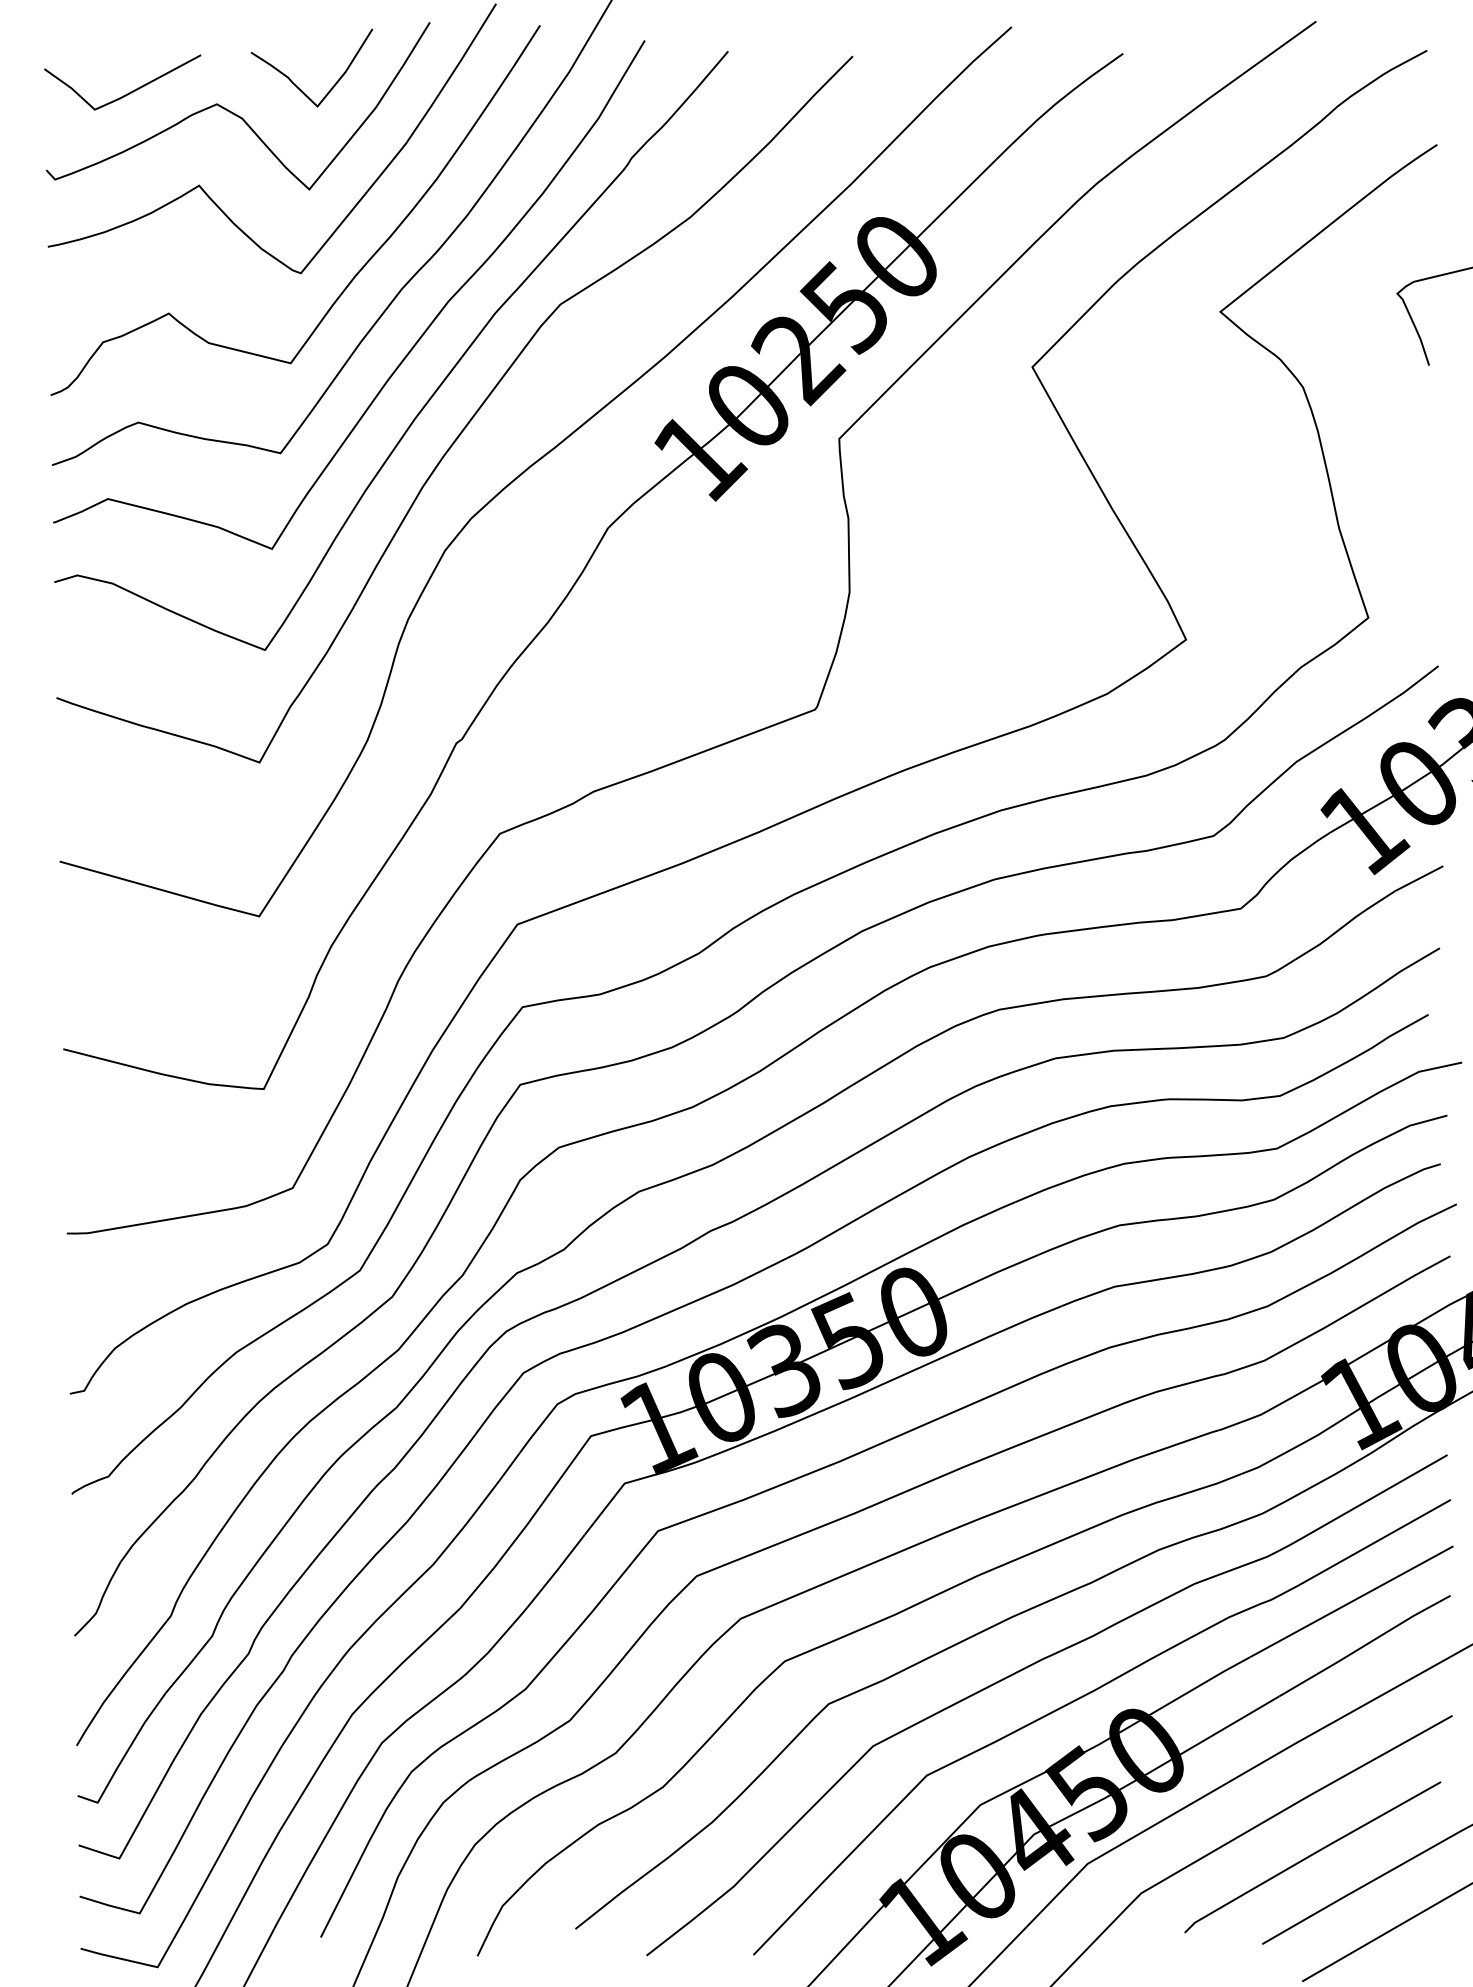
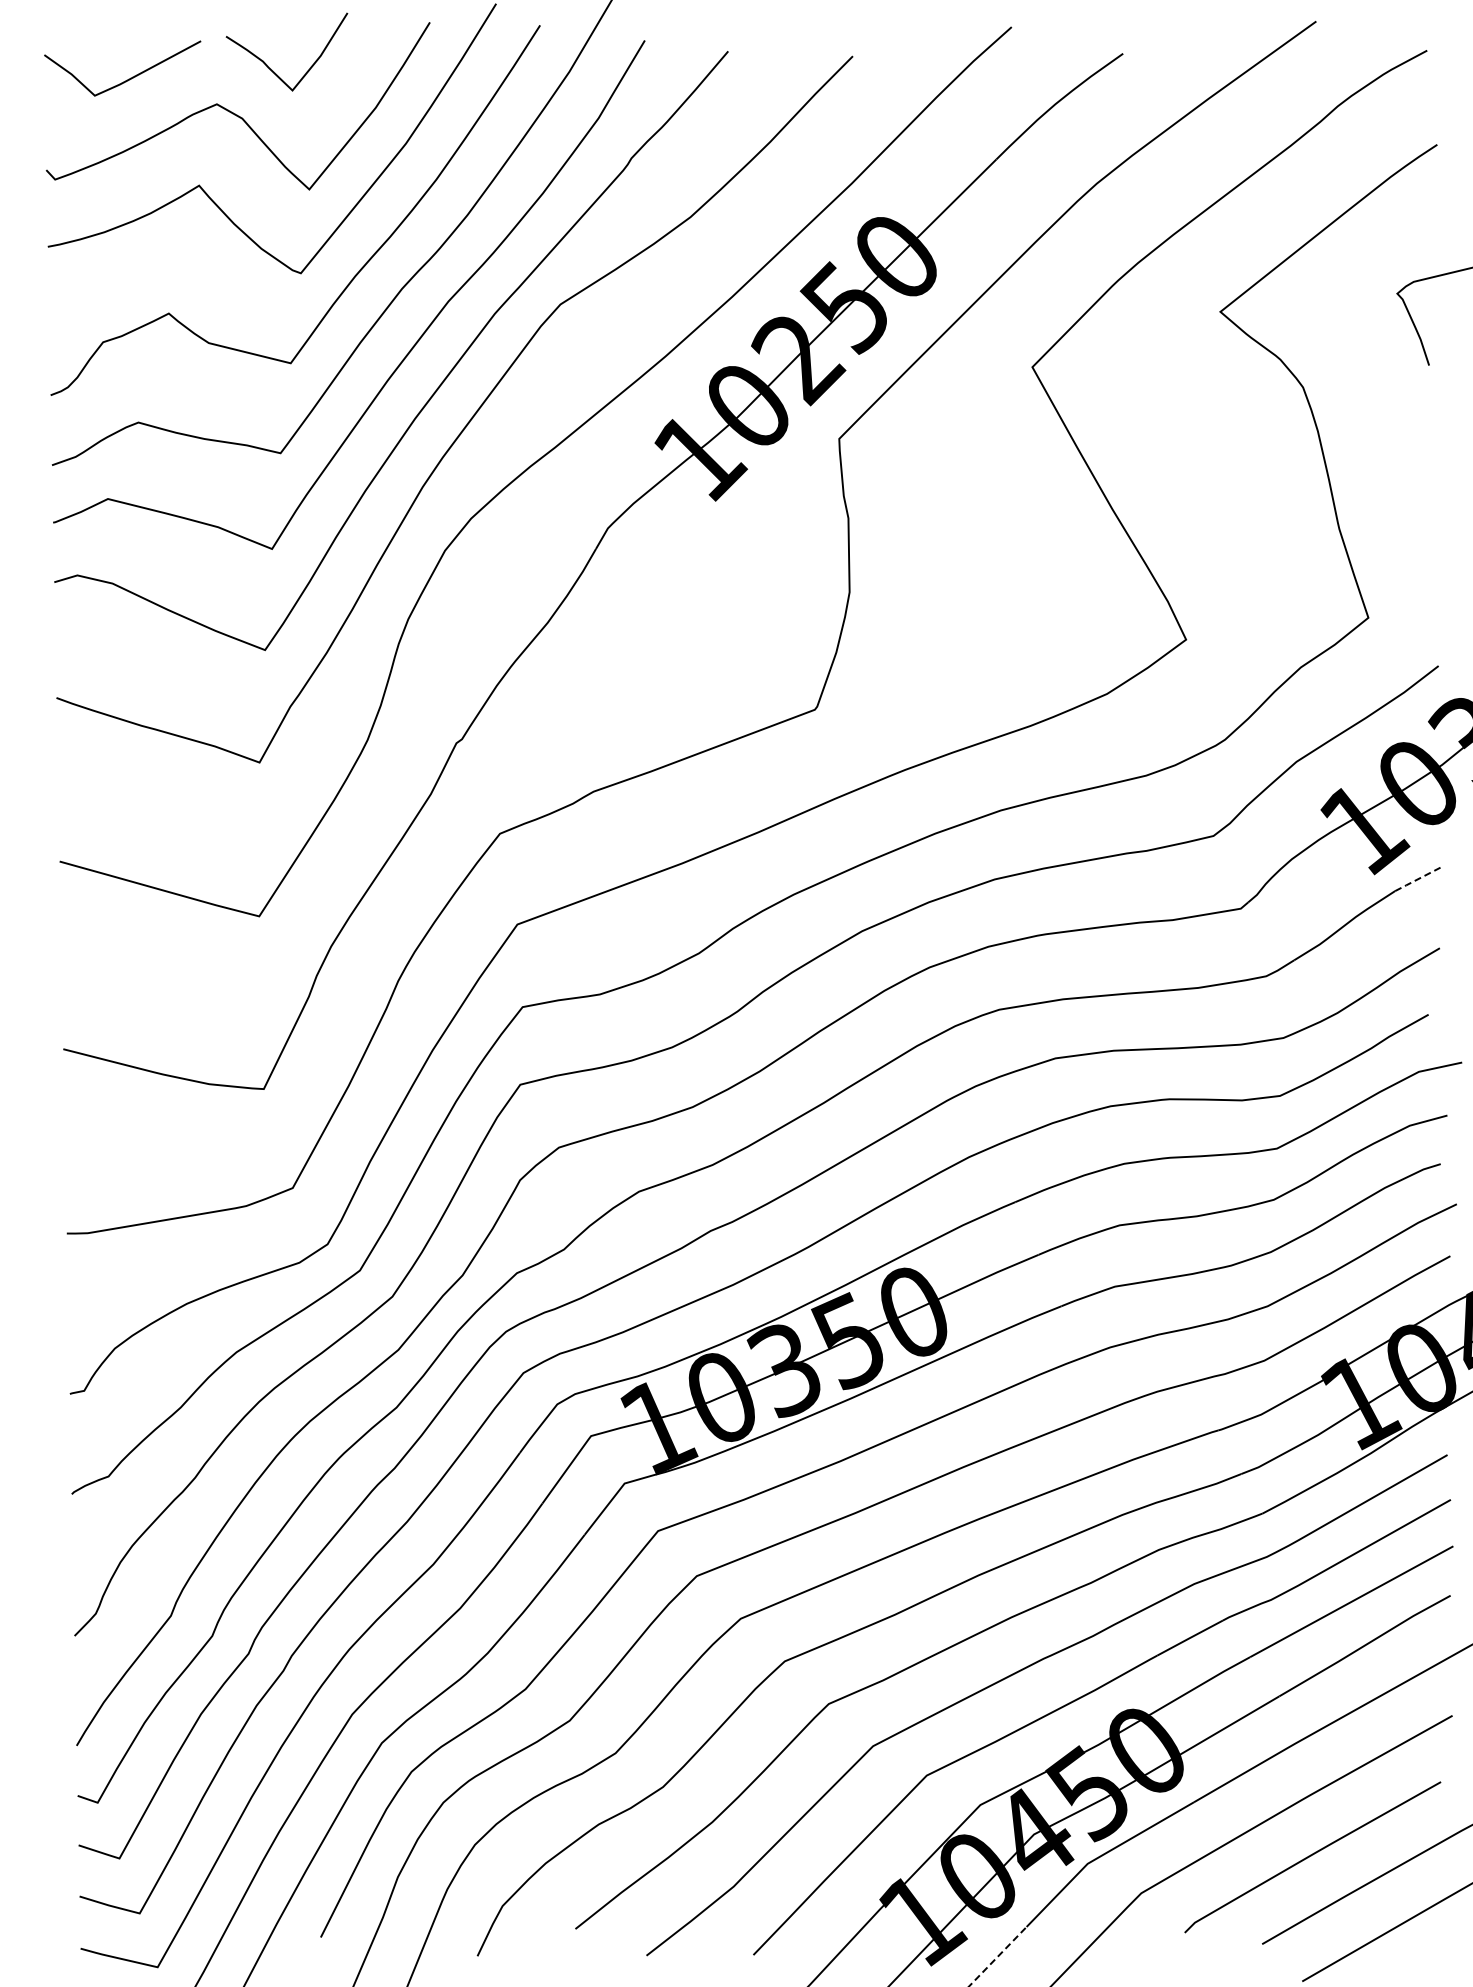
curve at (292, 80) position: (292, 80) -> (267, 64)
curve at (130, 91) position: (130, 91) -> (130, 77)
line at (1418, 878): solid -> dashed
line at (998, 1956): solid -> dashed
